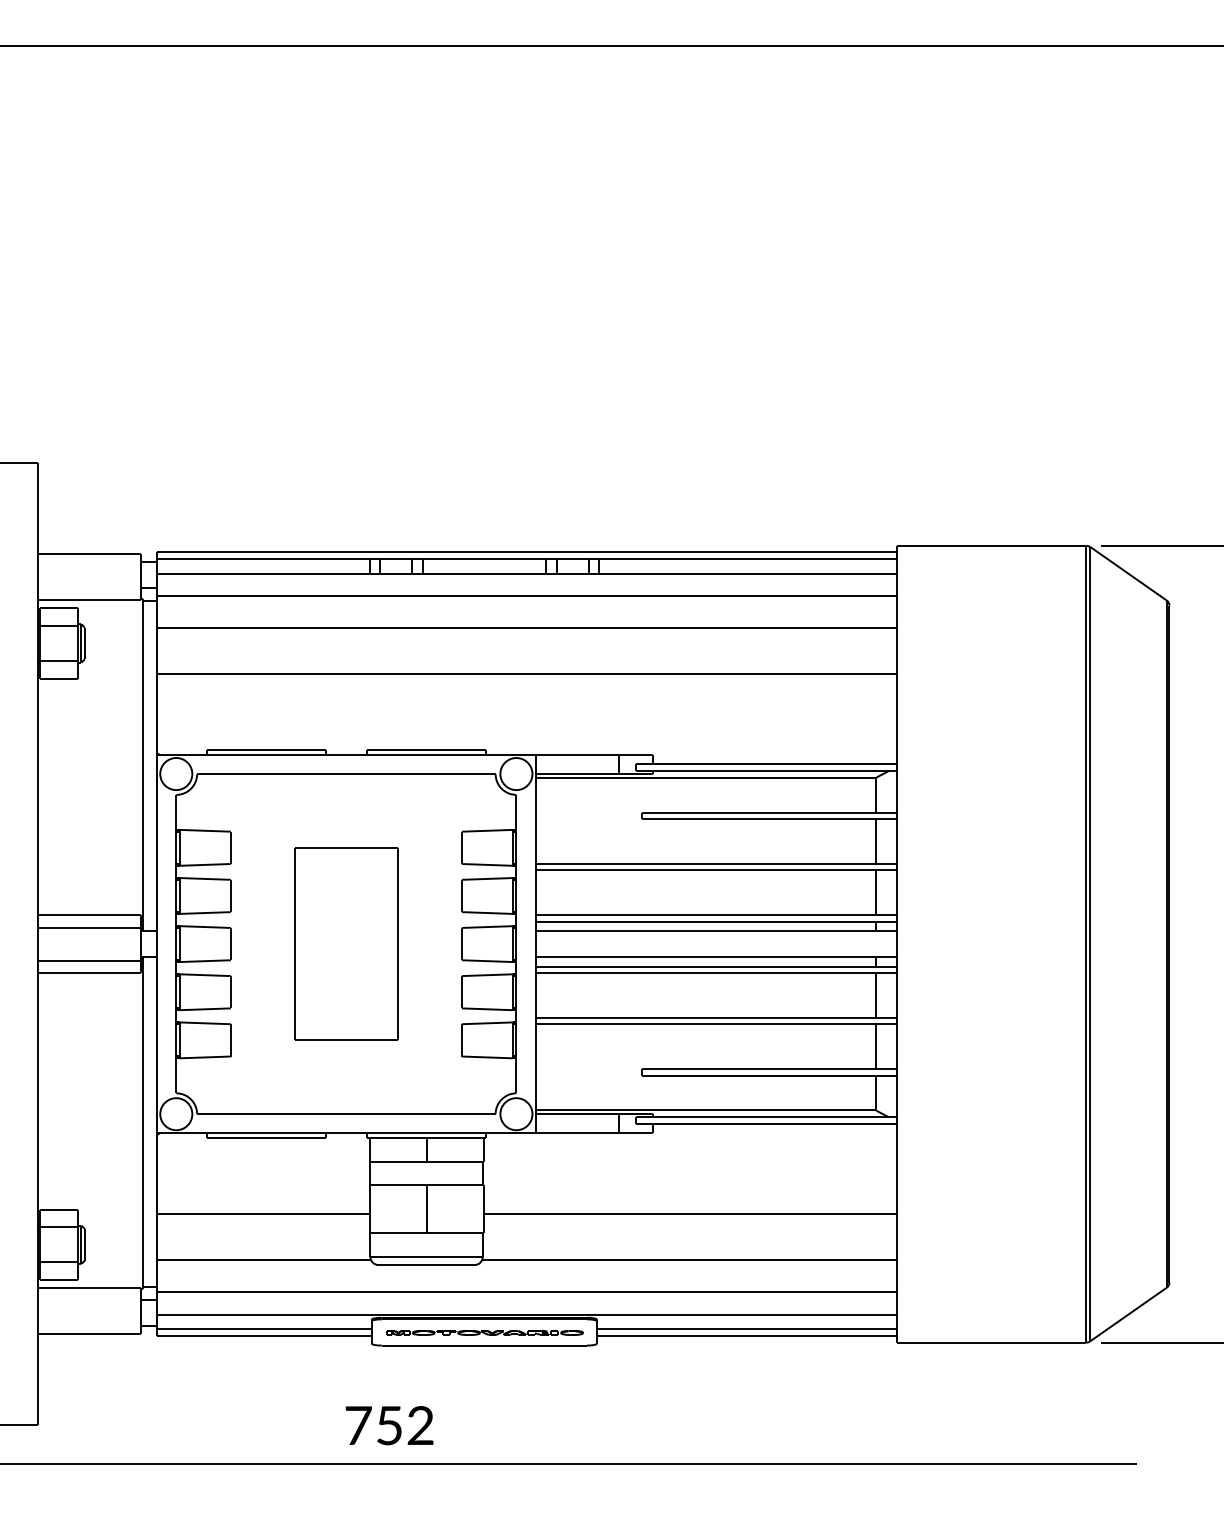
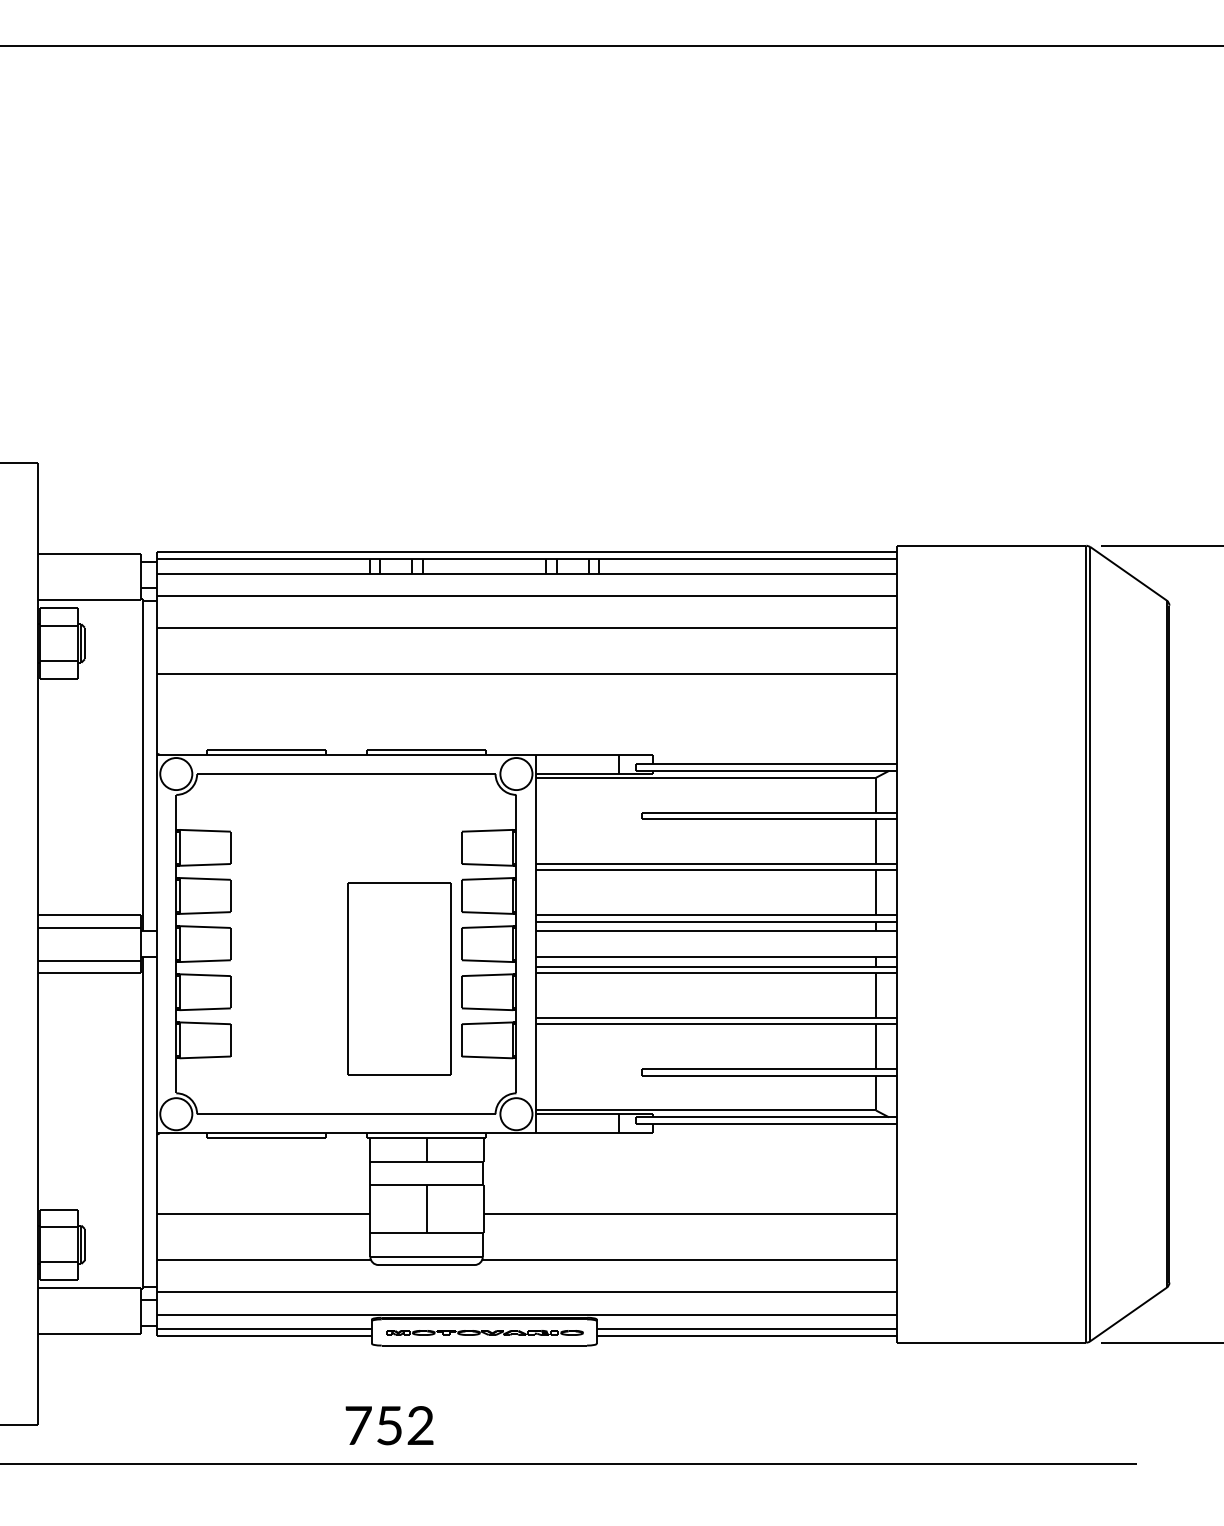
part at (346, 943) position: (346, 943) -> (399, 978)
